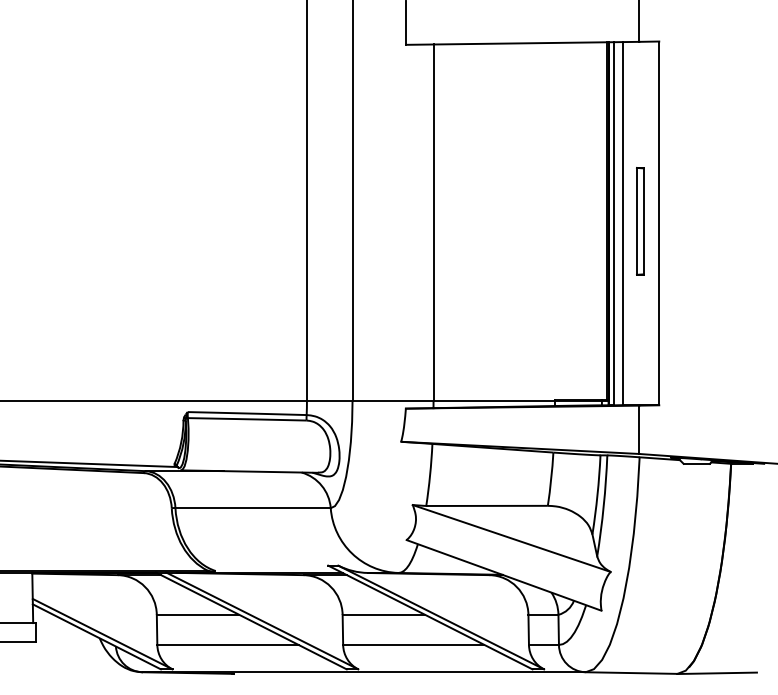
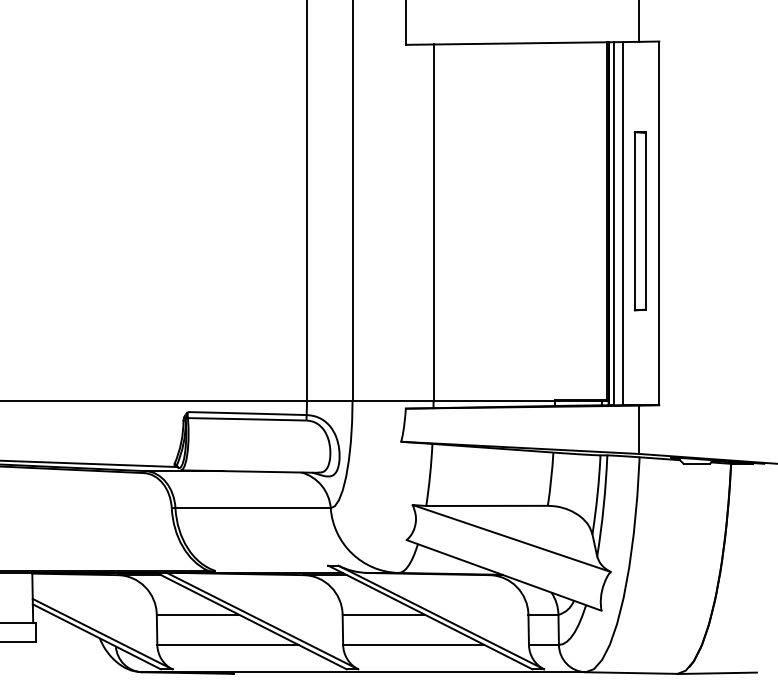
part at (640, 221) size: 9x109 px -> 14x181 px
